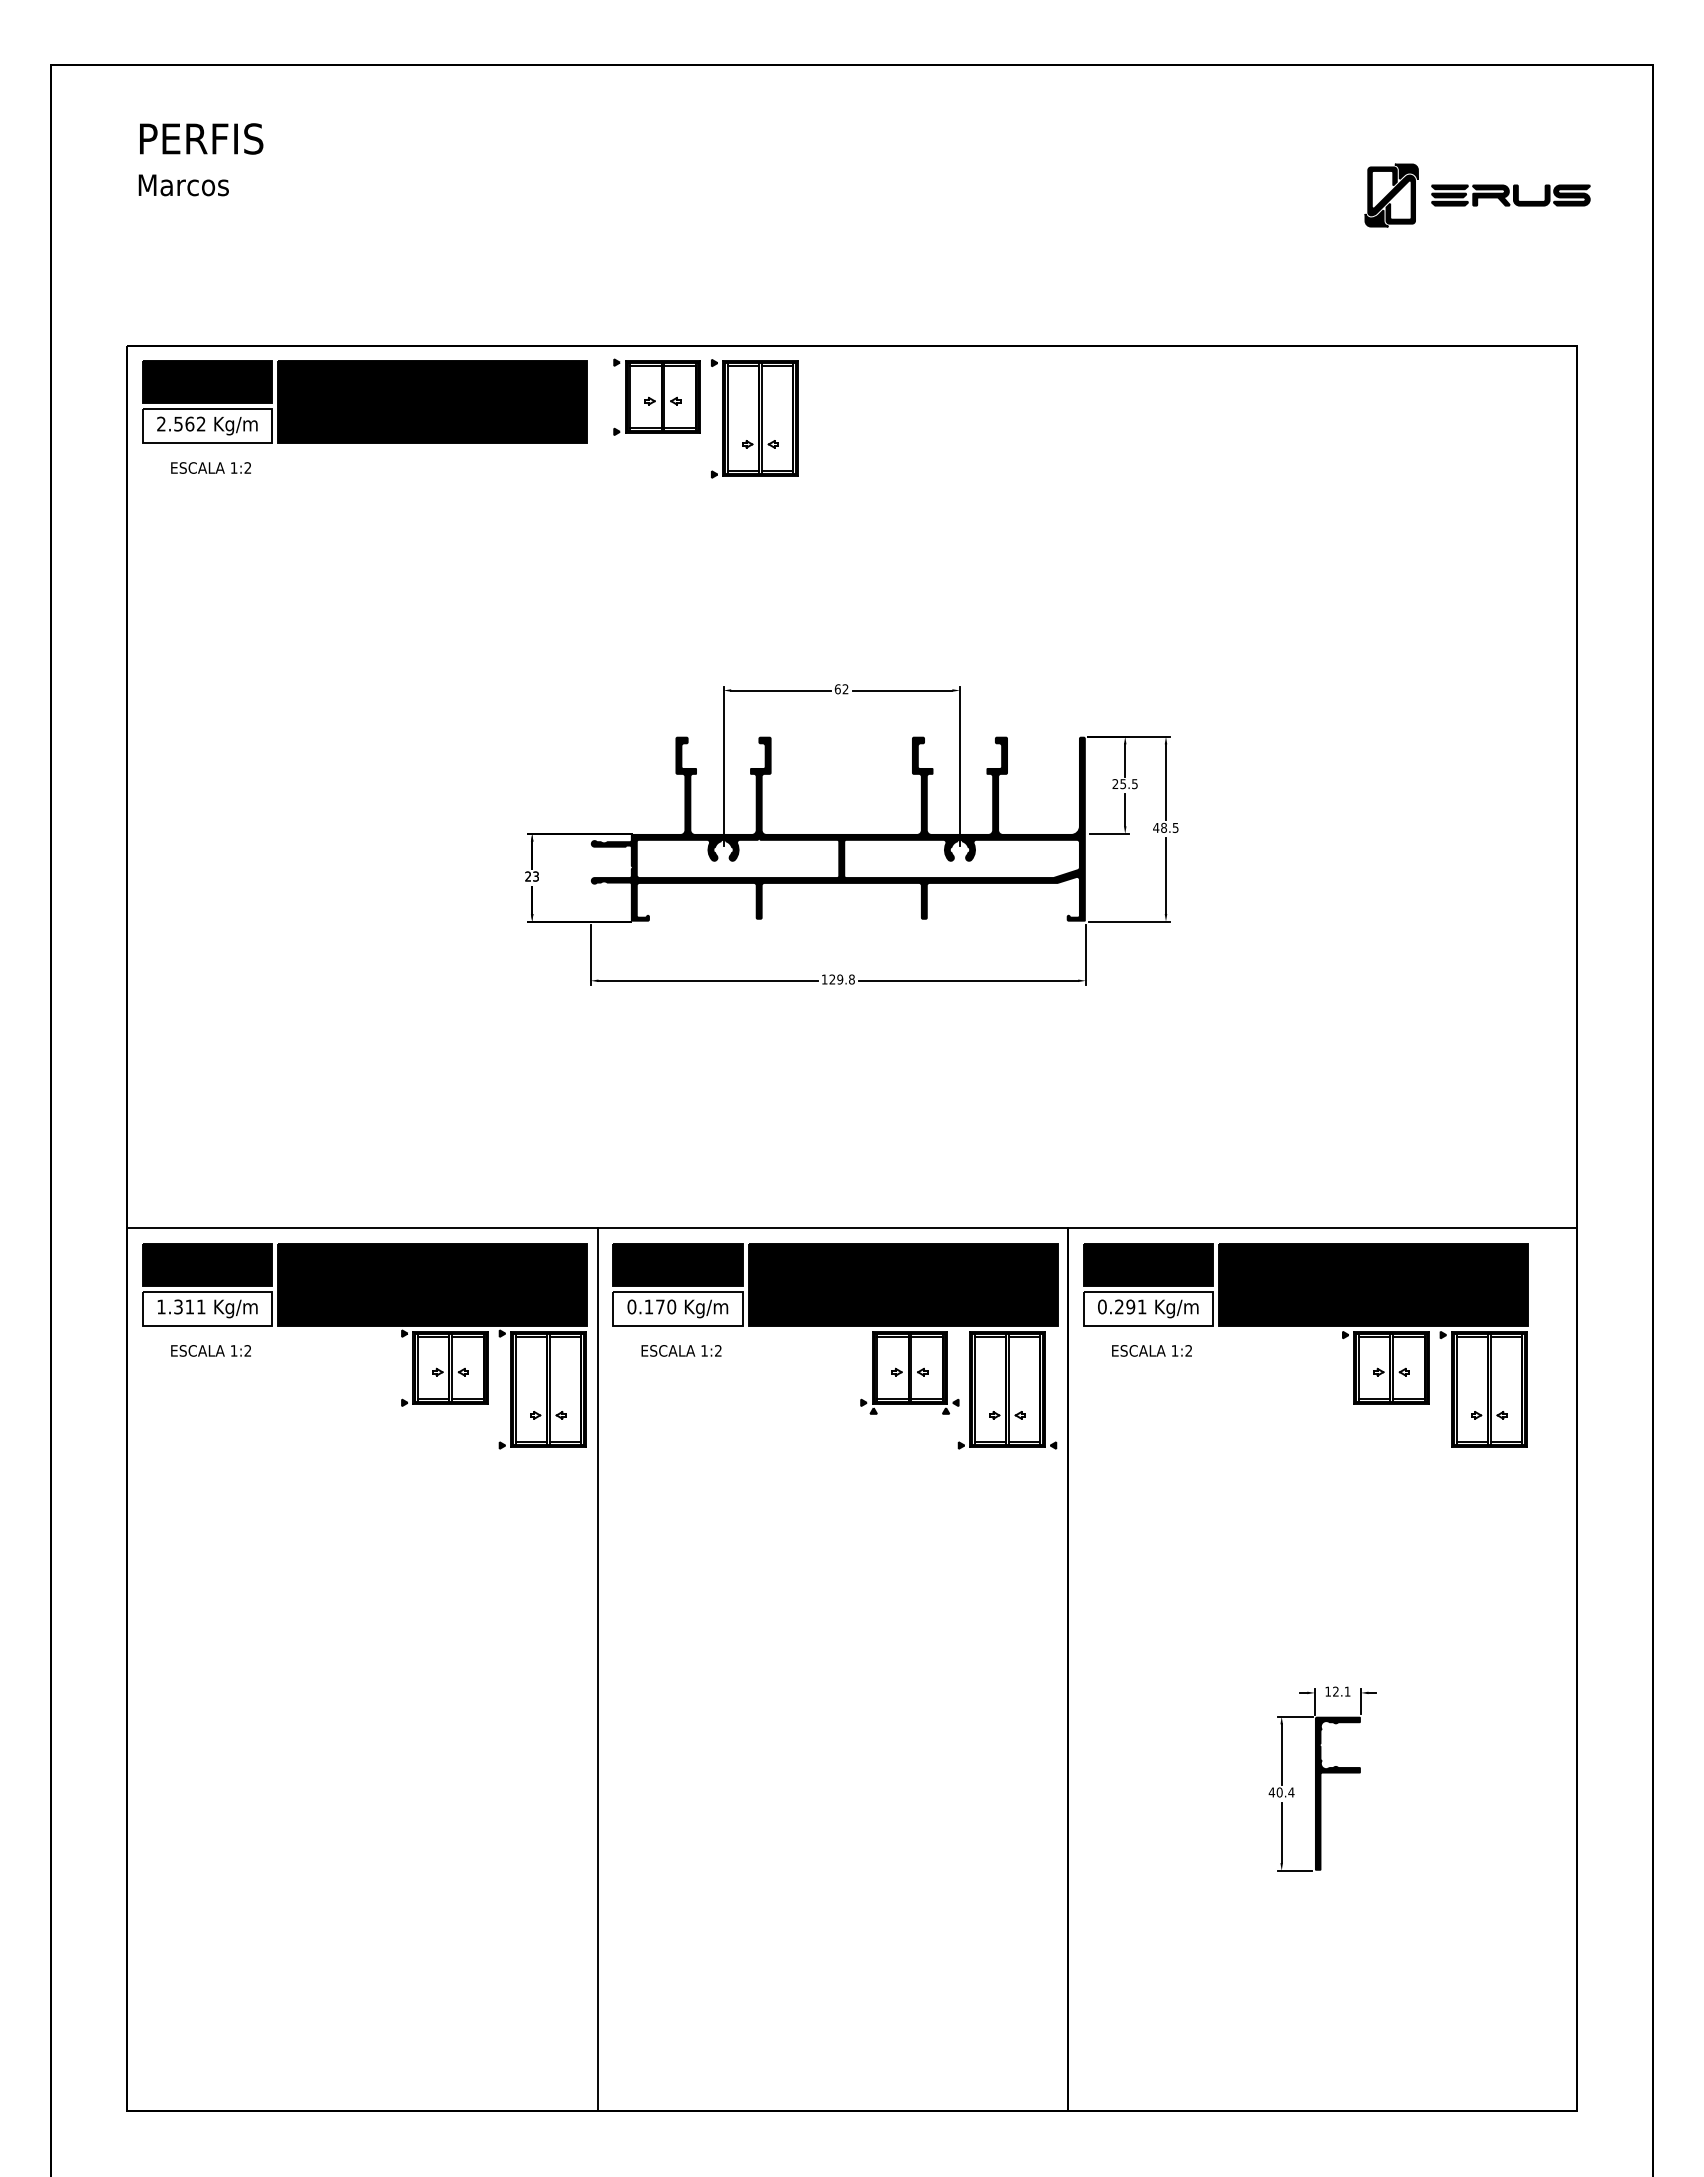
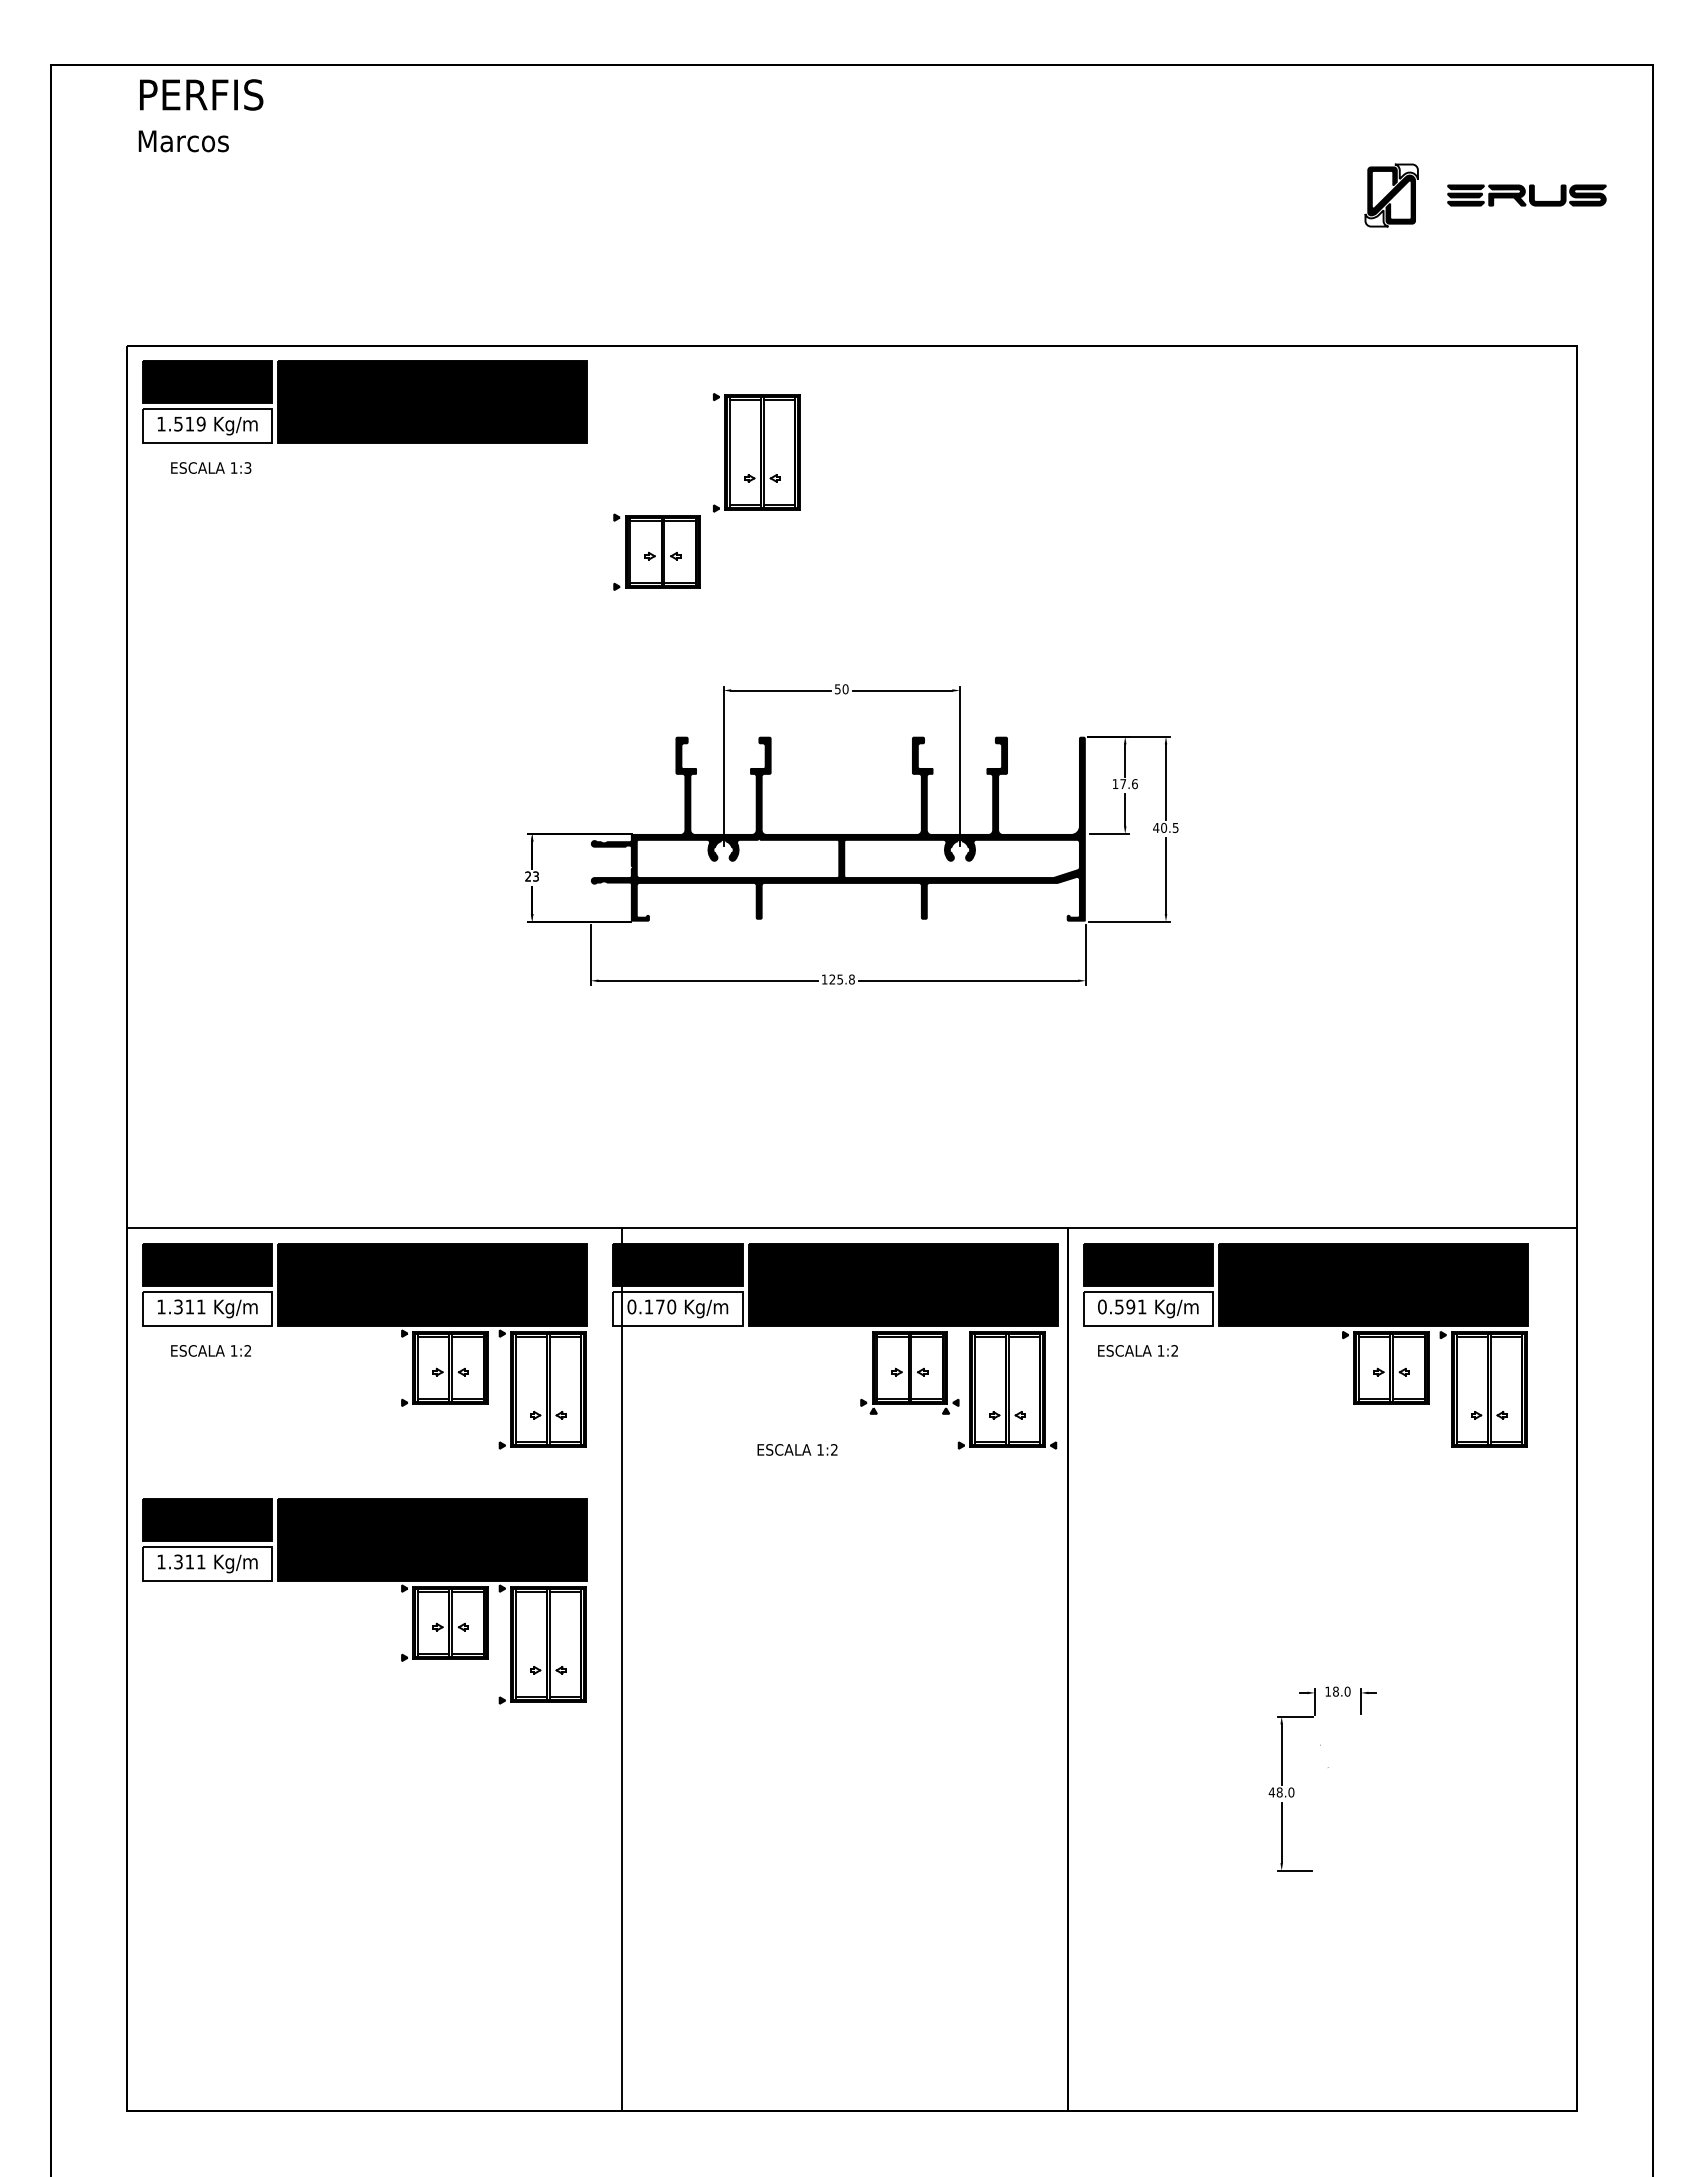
text at (200, 159) position: (200, 159) -> (200, 115)
fill at (1405, 171): present -> none
part at (1510, 195) position: (1510, 195) -> (1526, 195)
fill at (1376, 218): present -> none
part at (656, 396) position: (656, 396) -> (656, 551)
part at (754, 418) position: (754, 418) -> (756, 452)
text at (181, 423): 2.562 -> 1.519
text at (247, 467): 1:2 -> 1:3
text at (841, 689): 62 -> 50
text at (1124, 784): 25.5 -> 17.6
text at (1164, 827): 48.5 -> 40.5
text at (840, 979): 129.8 -> 125.8
text at (1119, 1306): 0.291 -> 0.591
text at (681, 1350) position: (681, 1350) -> (797, 1449)
text at (1151, 1350) position: (1151, 1350) -> (1137, 1350)
part at (364, 1581): none -> present
line at (597, 1669) position: (597, 1669) -> (621, 1669)
text at (1341, 1691): 12.1 -> 18.0
text at (1285, 1792): 40.4 -> 48.0
fill at (1337, 1793): present -> none
